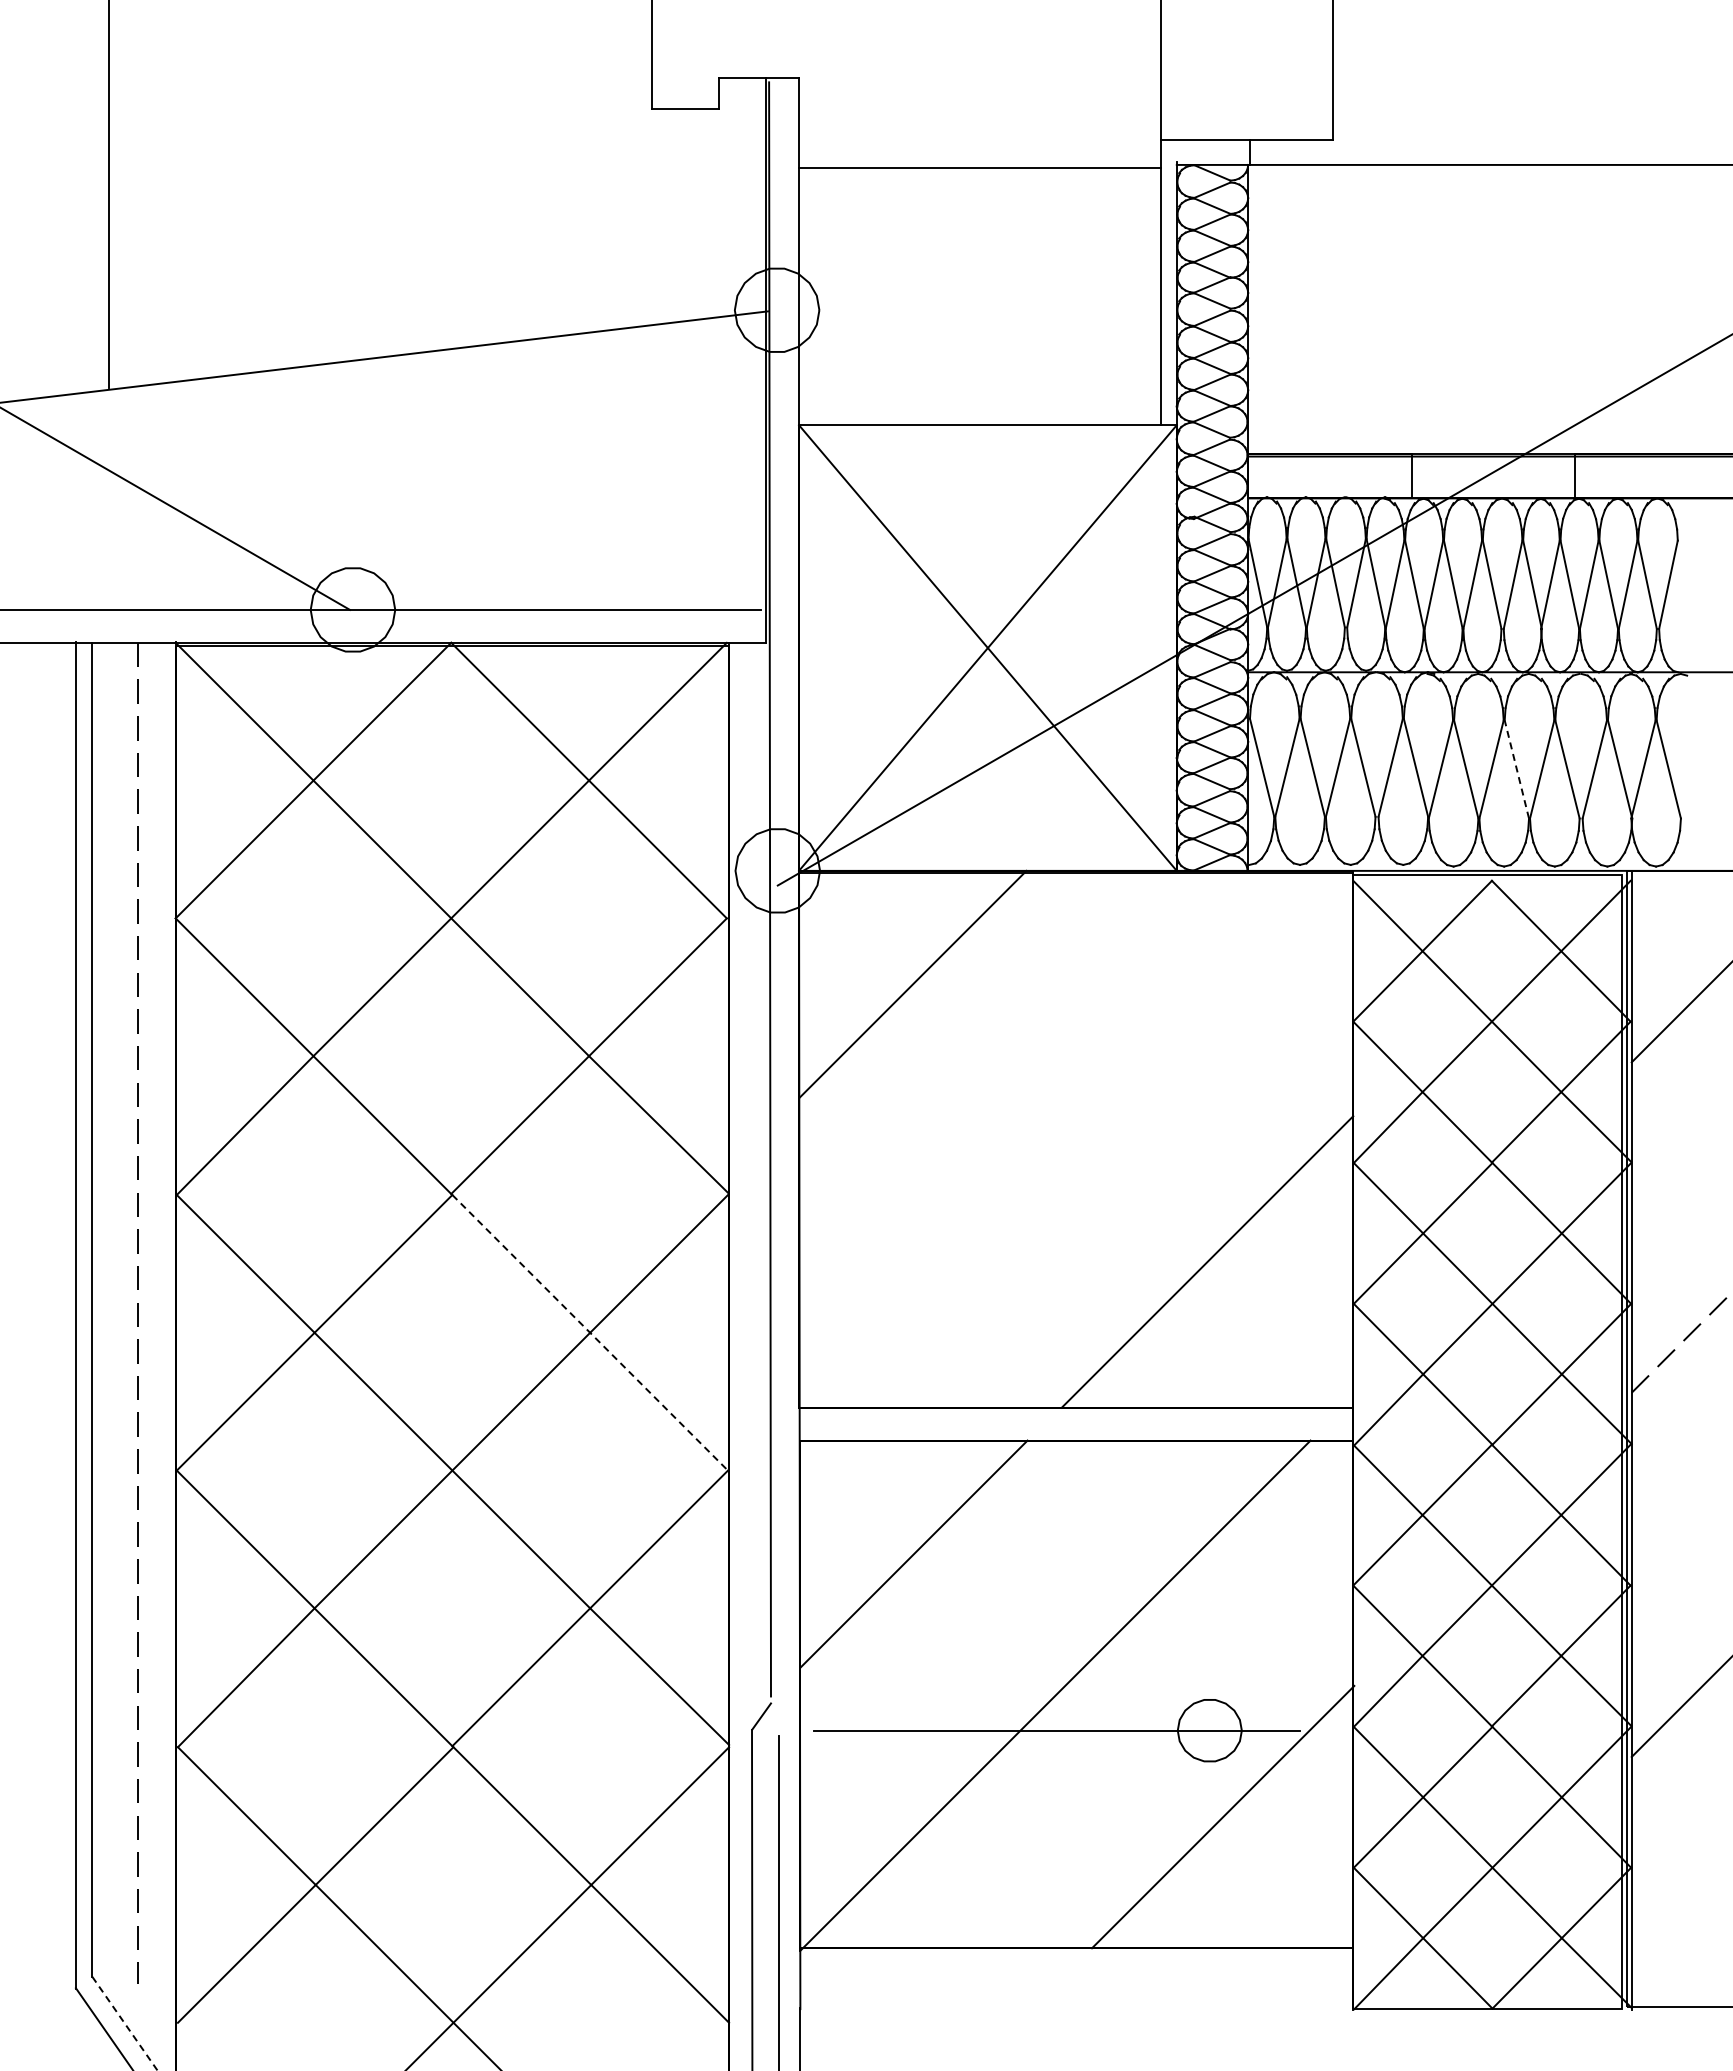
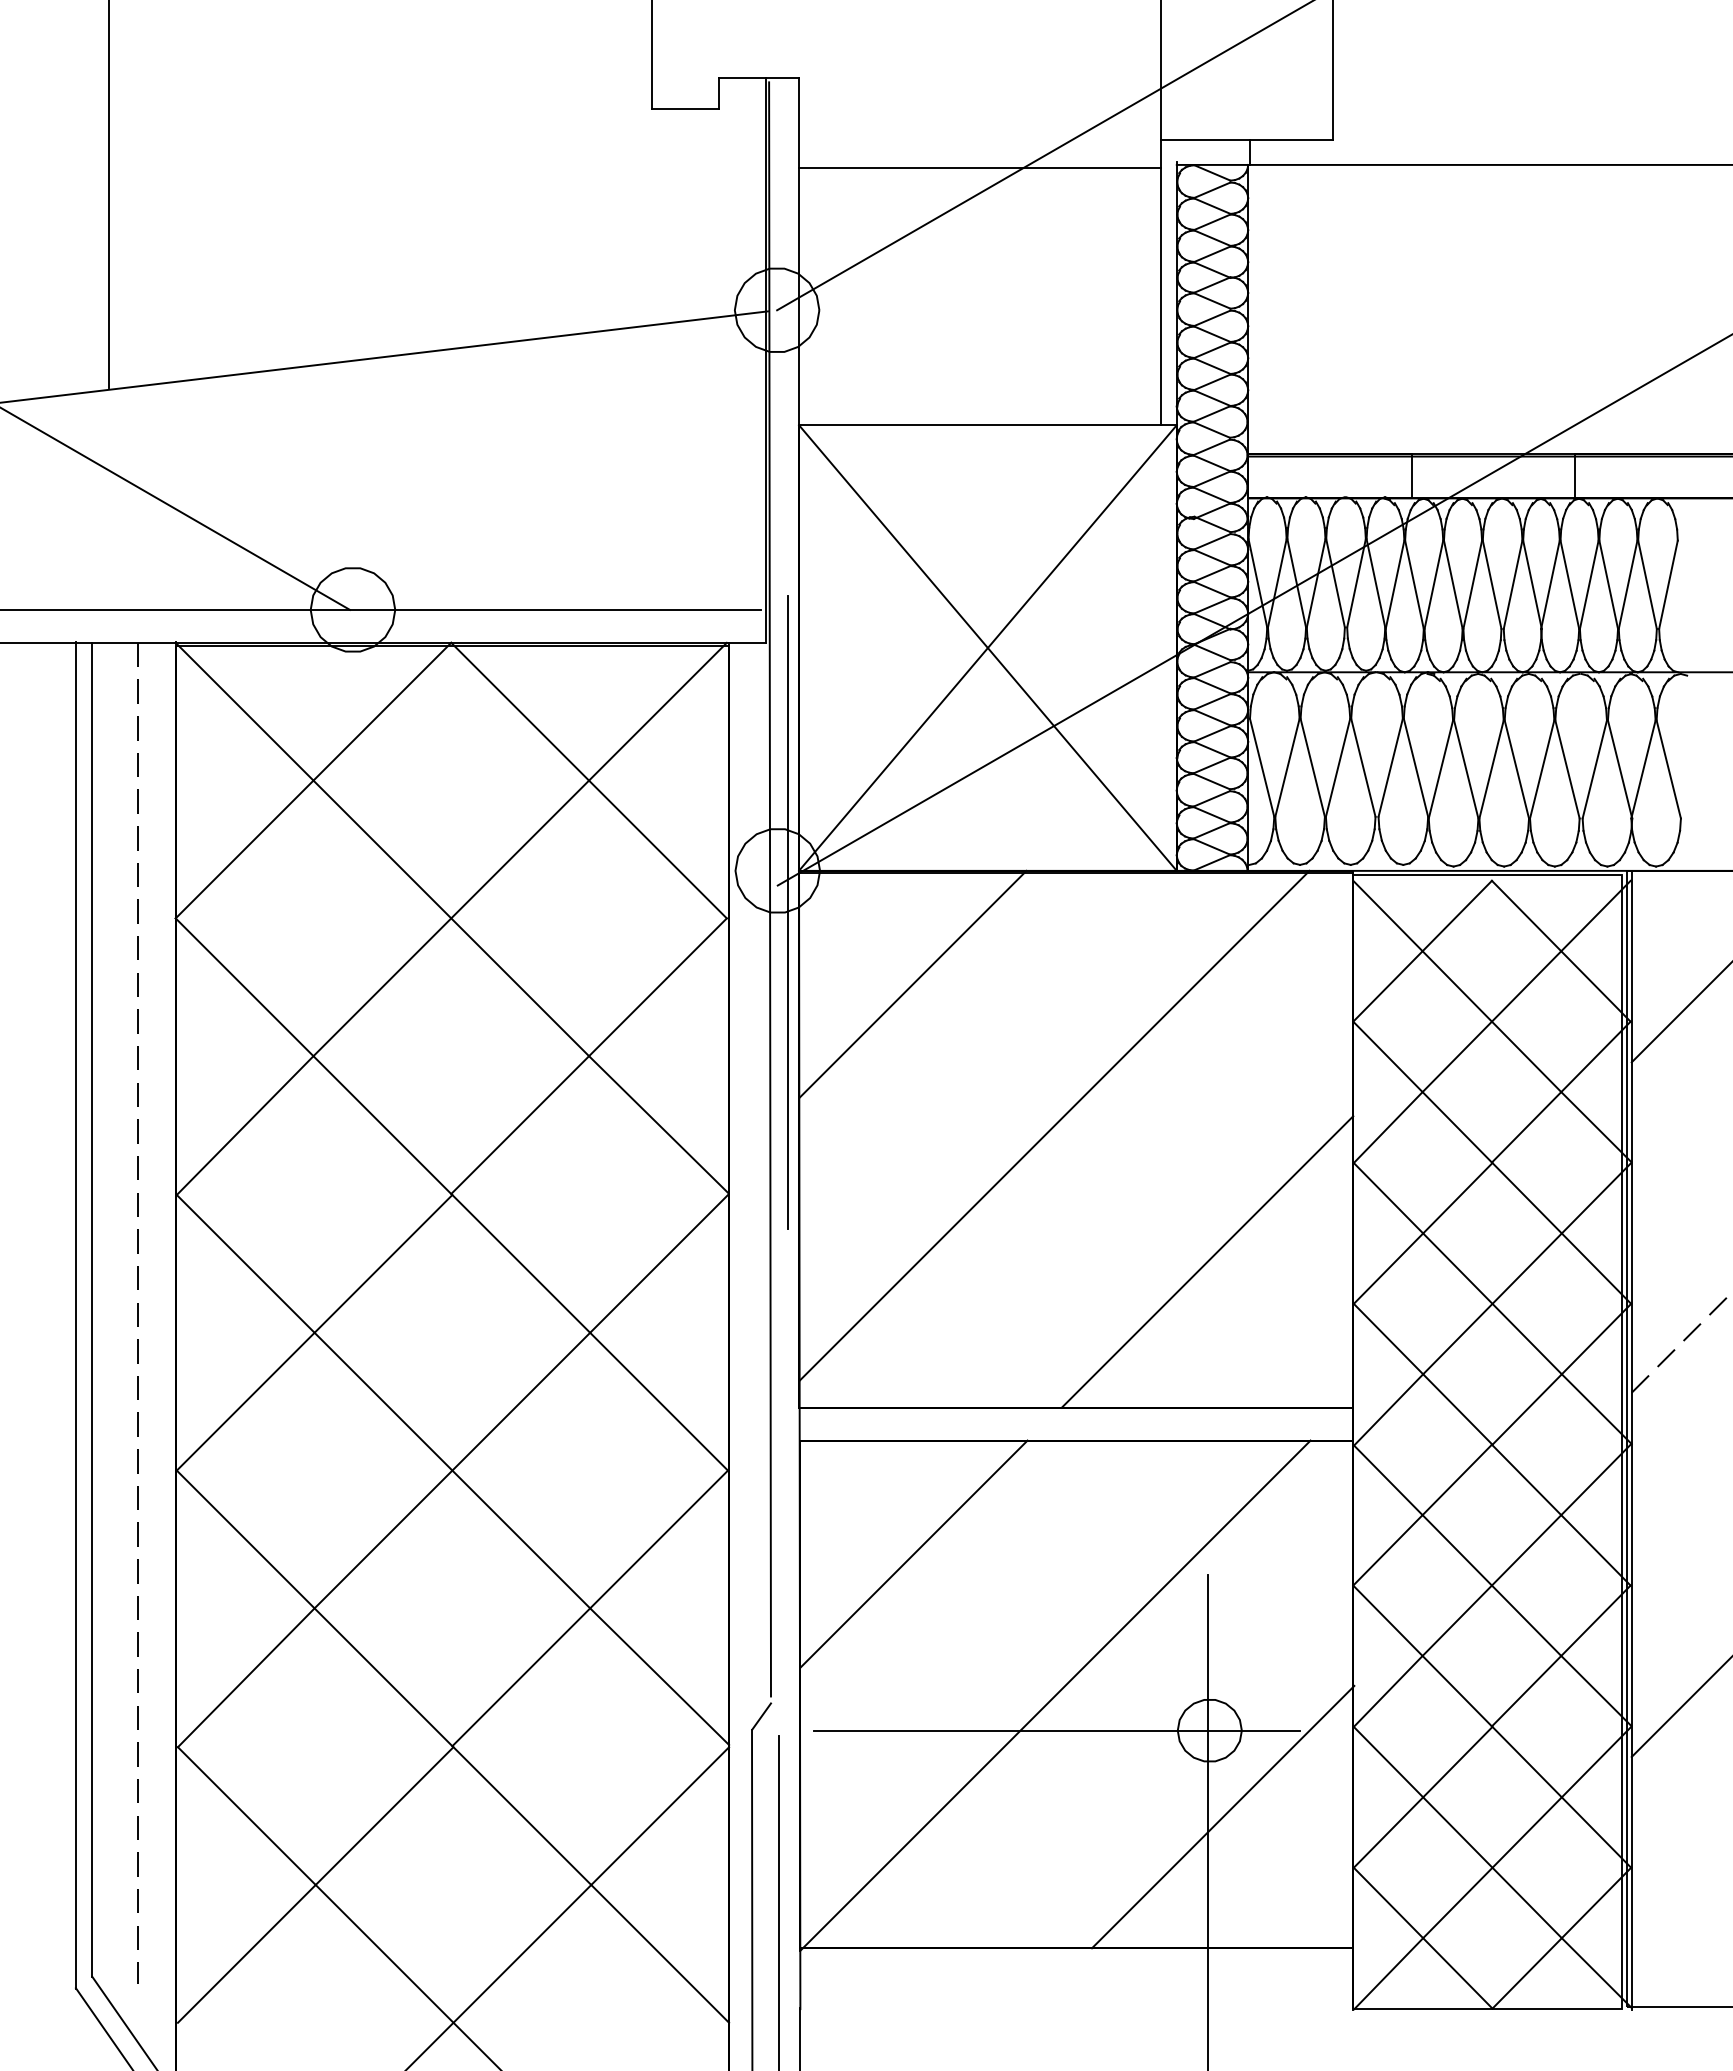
line at (1043, 156): none -> present
line at (1516, 769): dashed -> solid
line at (787, 911): none -> present
line at (1054, 1125): none -> present
line at (590, 1332): dashed -> solid
line at (1208, 1821): none -> present
line at (125, 2024): dashed -> solid
